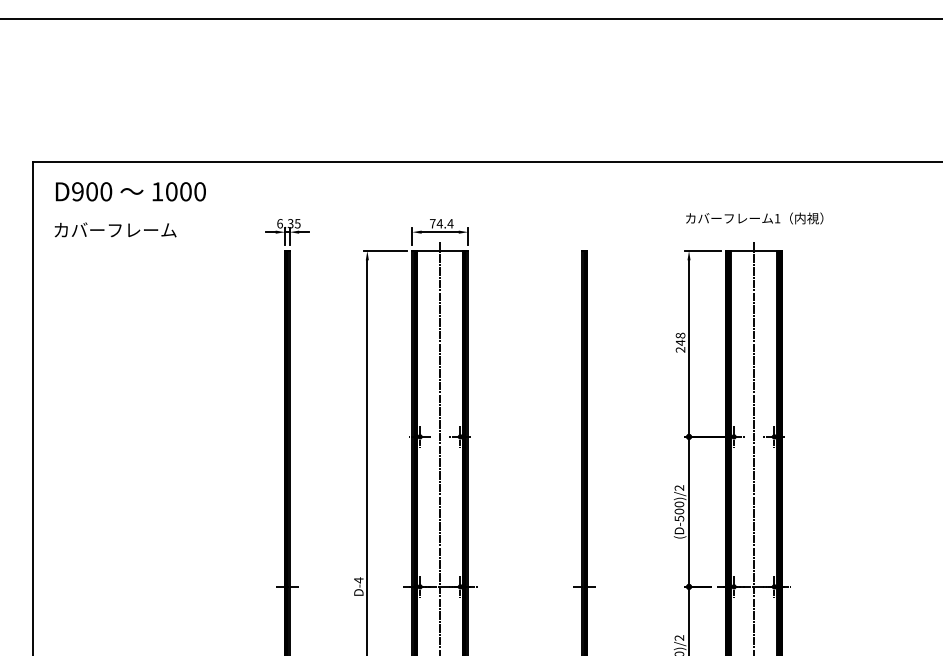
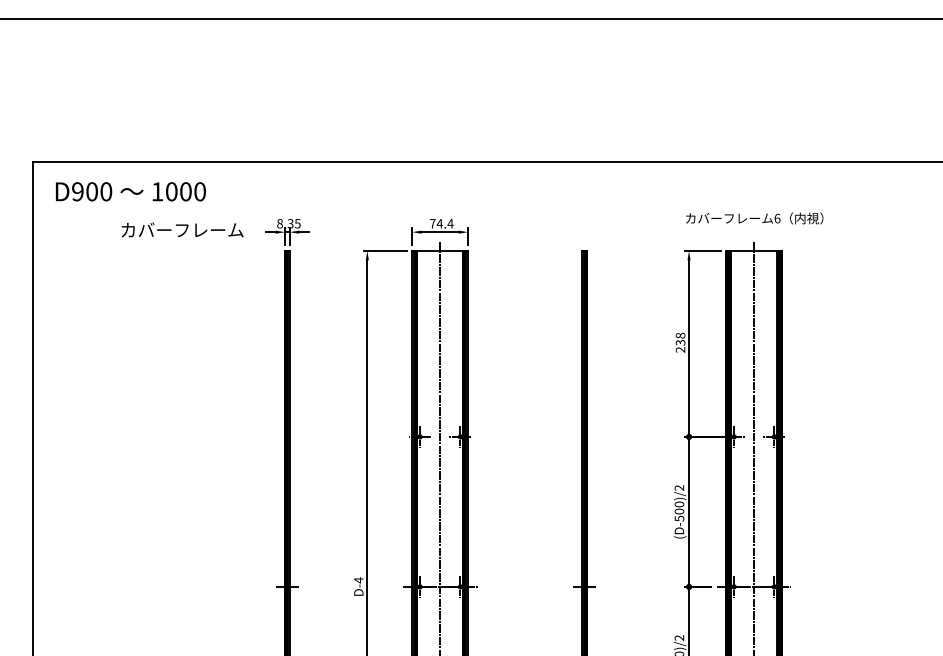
text at (777, 218): 1 -> 6
text at (279, 223): 6.35 -> 8.35
text at (115, 229) position: (115, 229) -> (182, 229)
text at (680, 342): 248 -> 238
